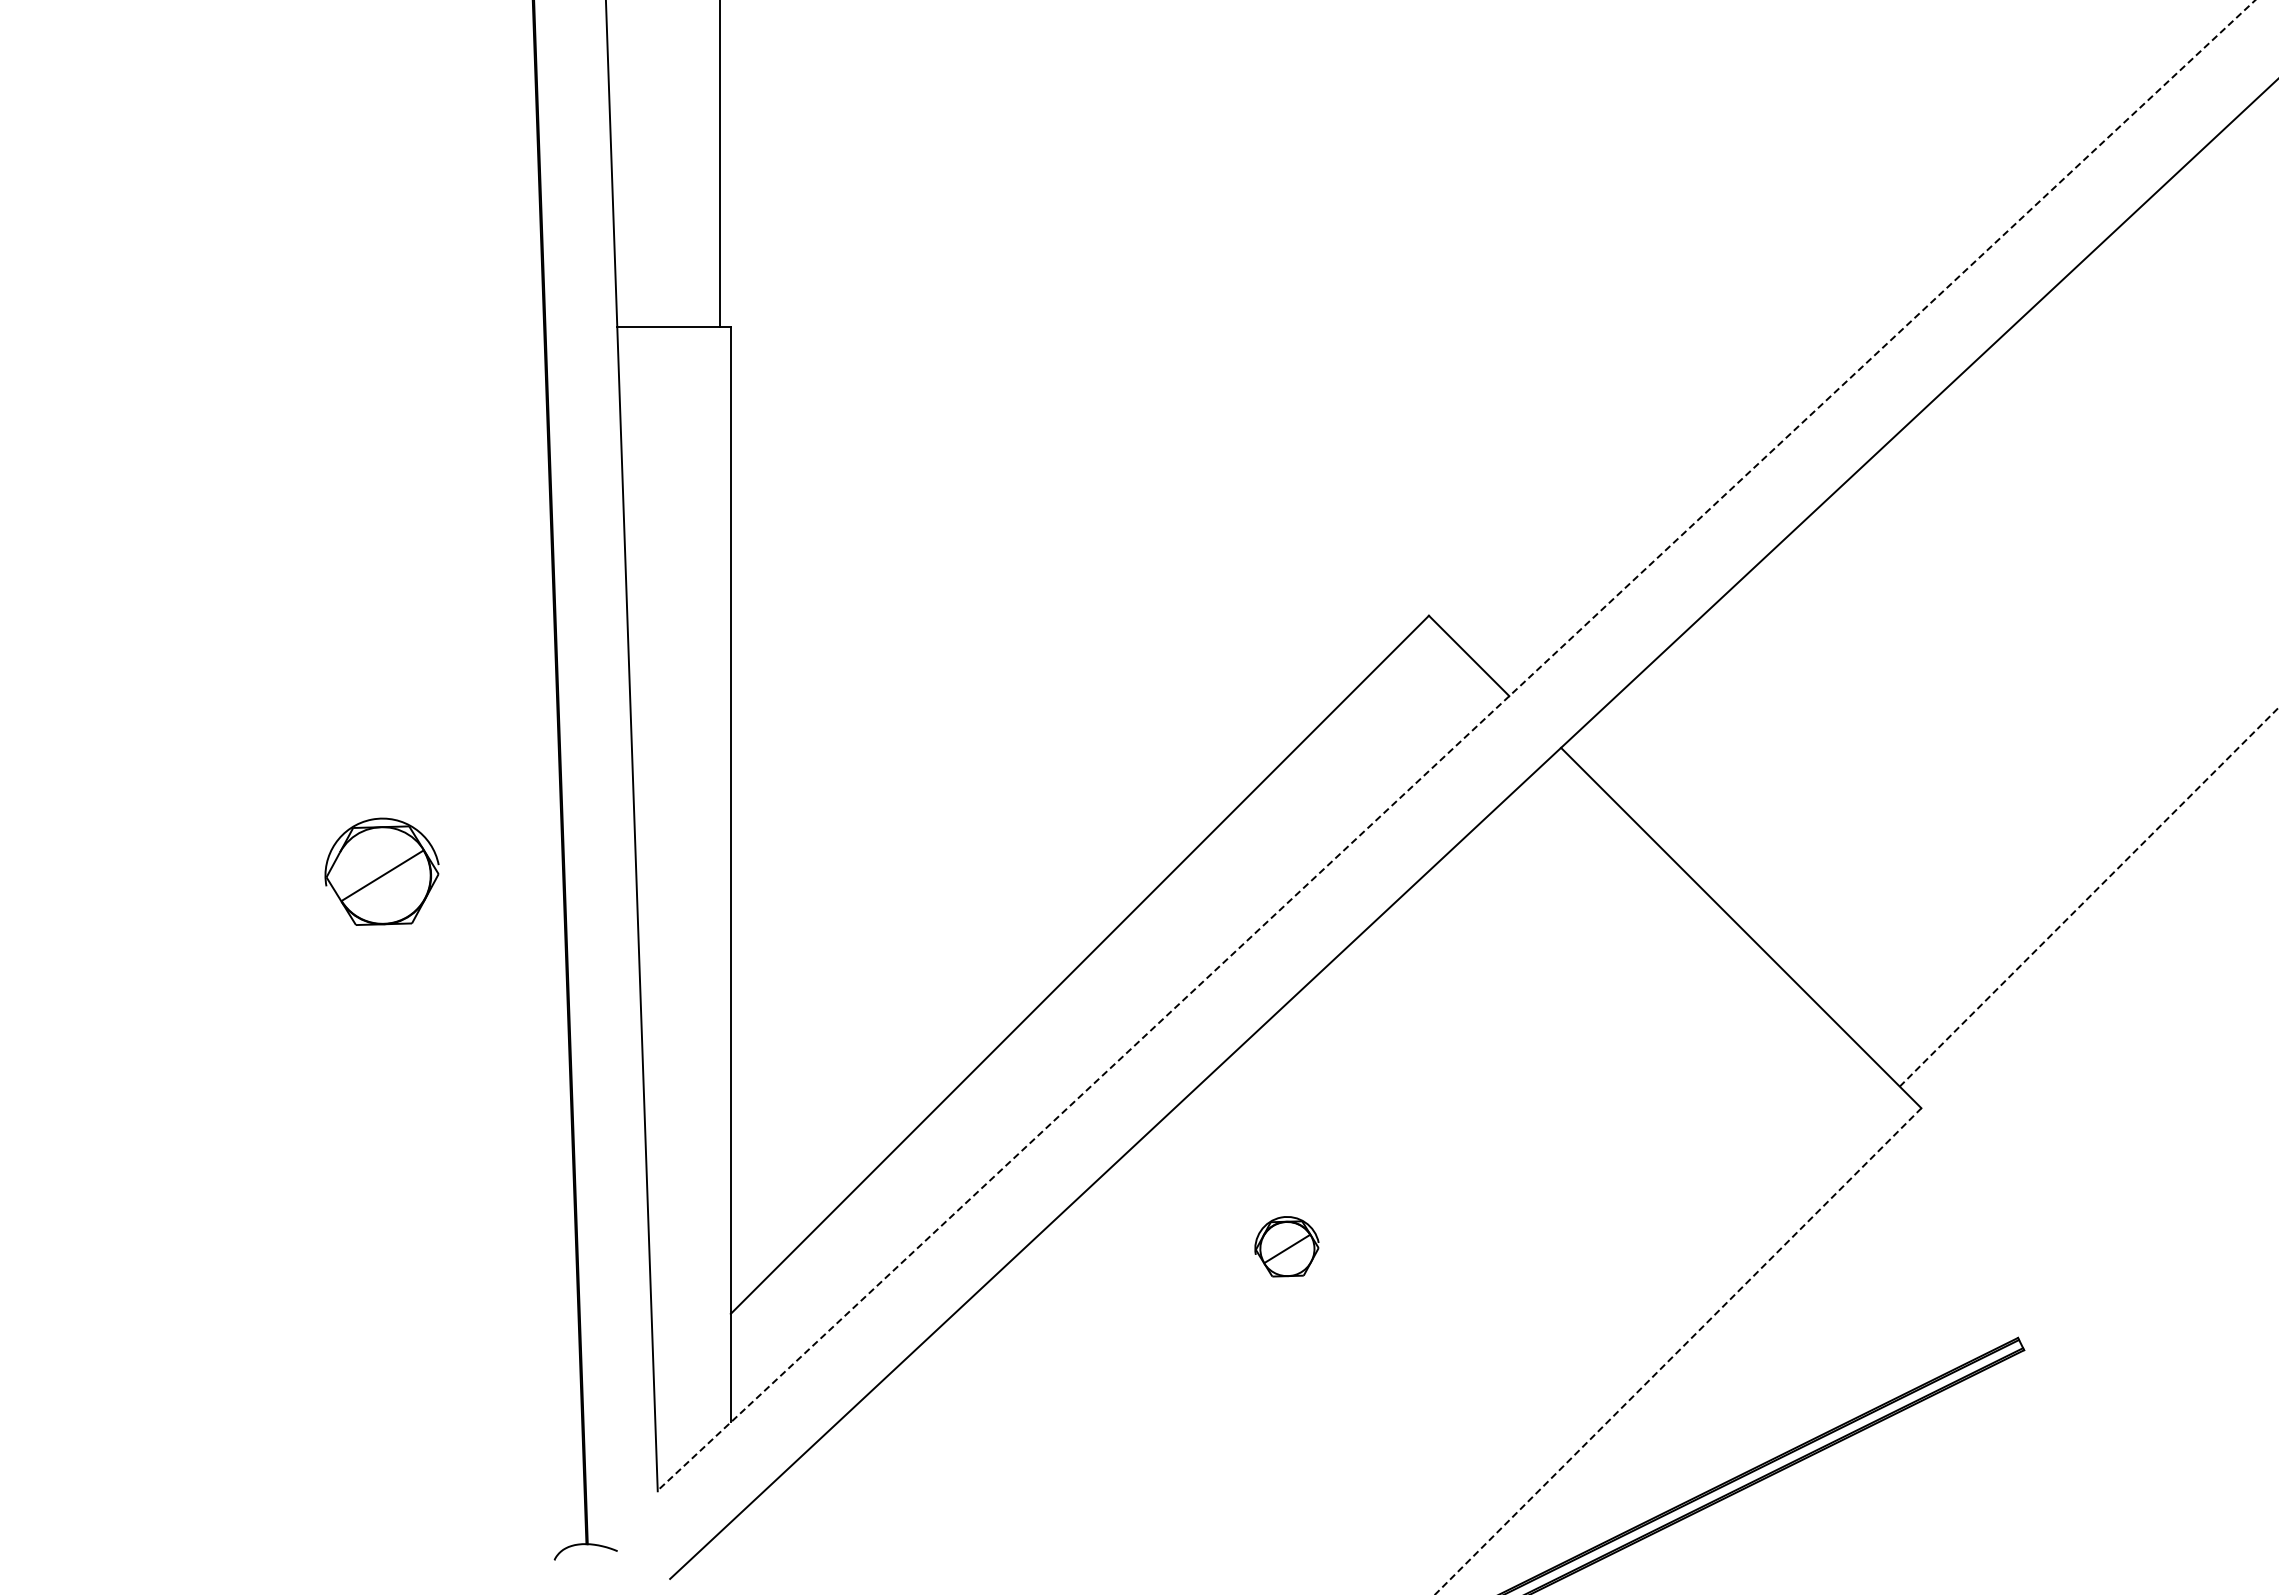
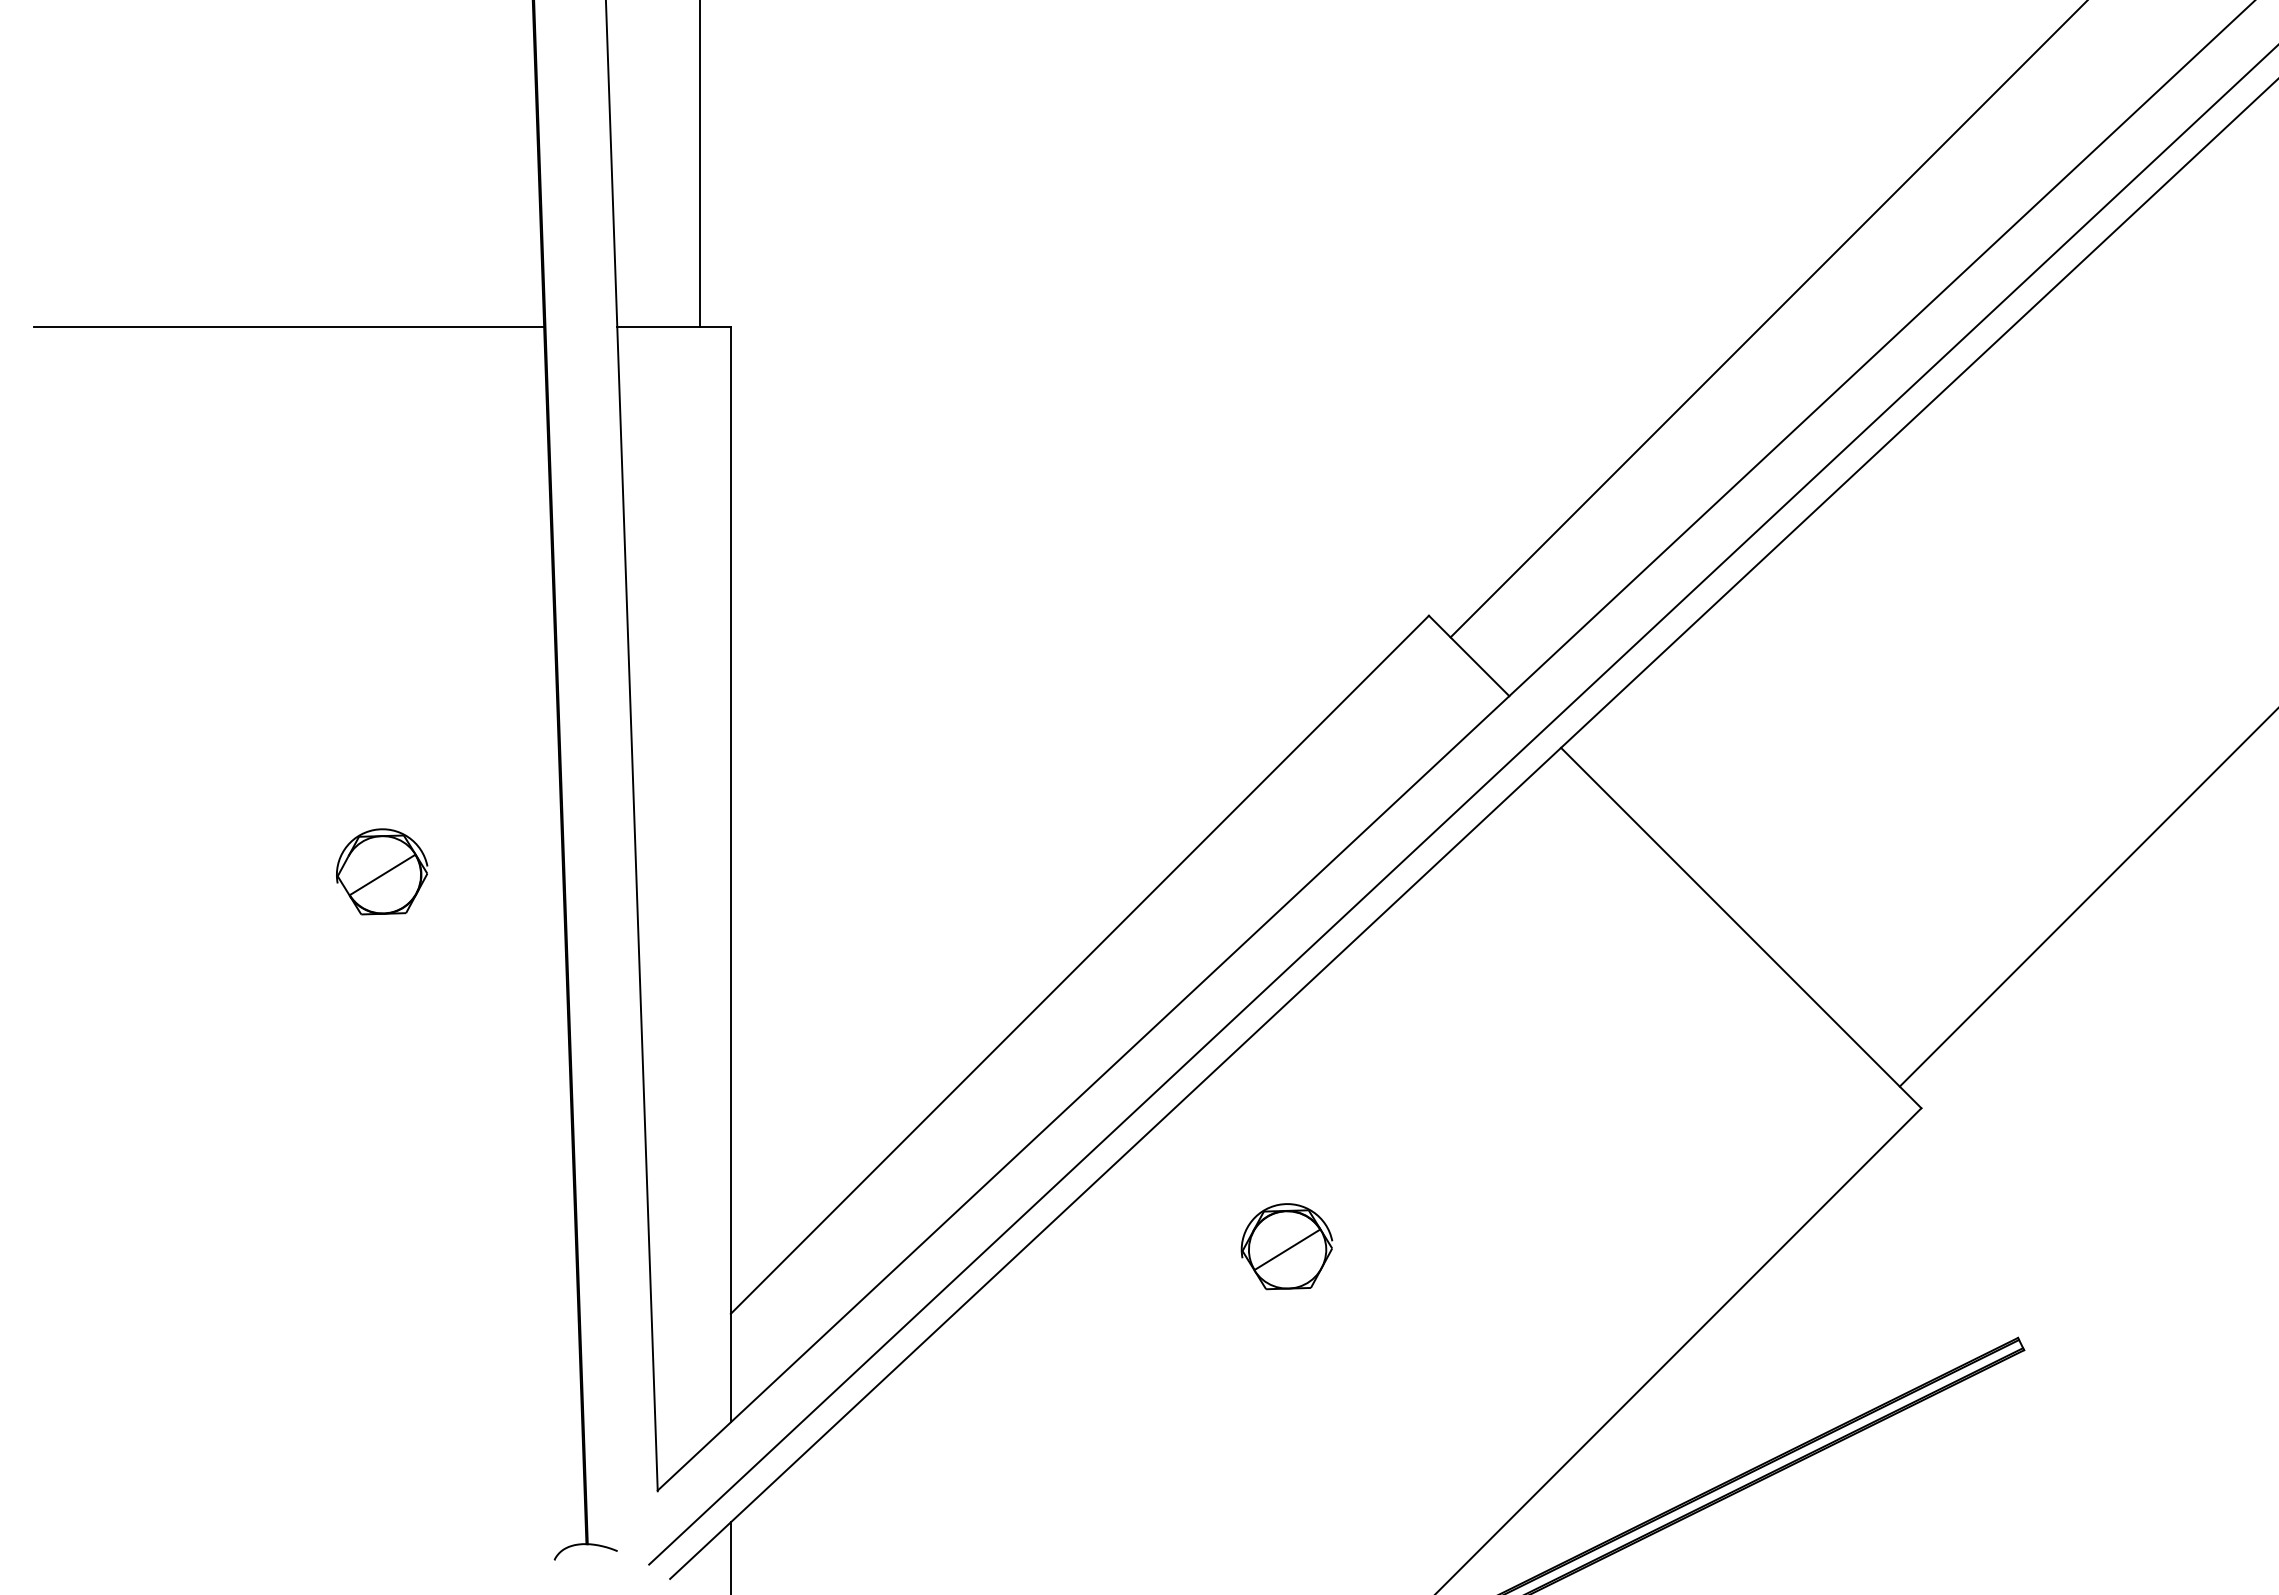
line at (720, 164) position: (720, 164) -> (700, 164)
line at (1767, 319): none -> present
line at (289, 326): none -> present
line at (1456, 745): dashed -> solid
line at (1462, 805): none -> present
part at (381, 871) size: 116x109 px -> 93x88 px
line at (2089, 897): dashed -> solid
part at (1286, 1246) size: 66x62 px -> 94x88 px
line at (1678, 1351): dashed -> solid
line at (730, 1556): none -> present
